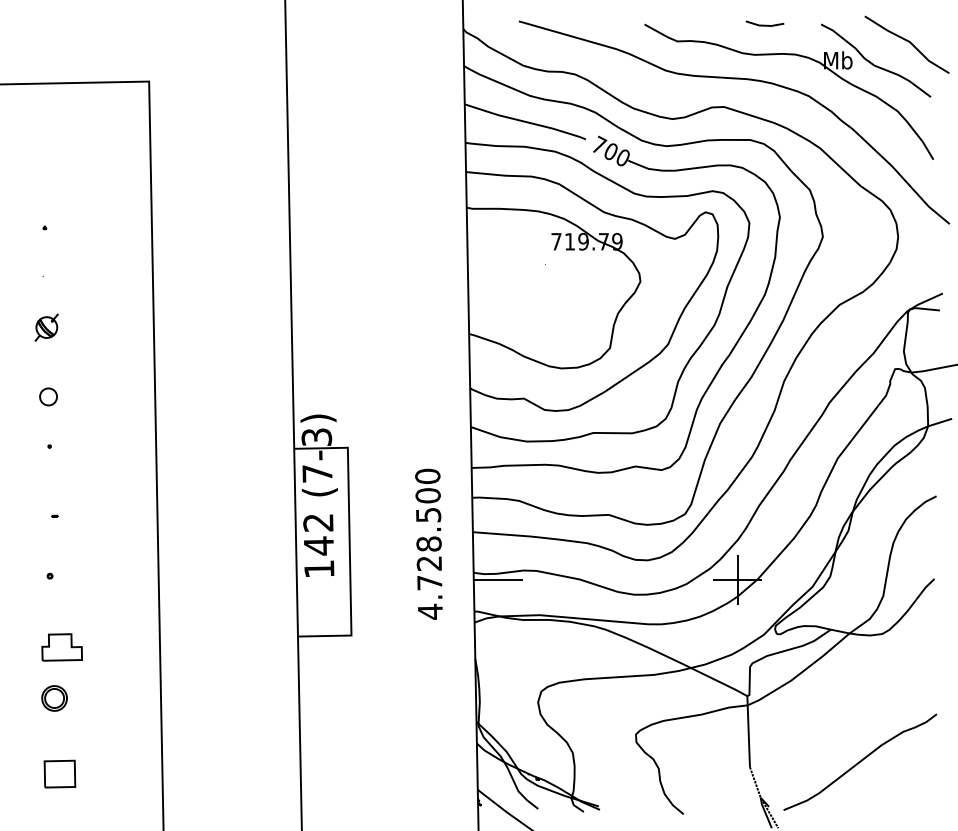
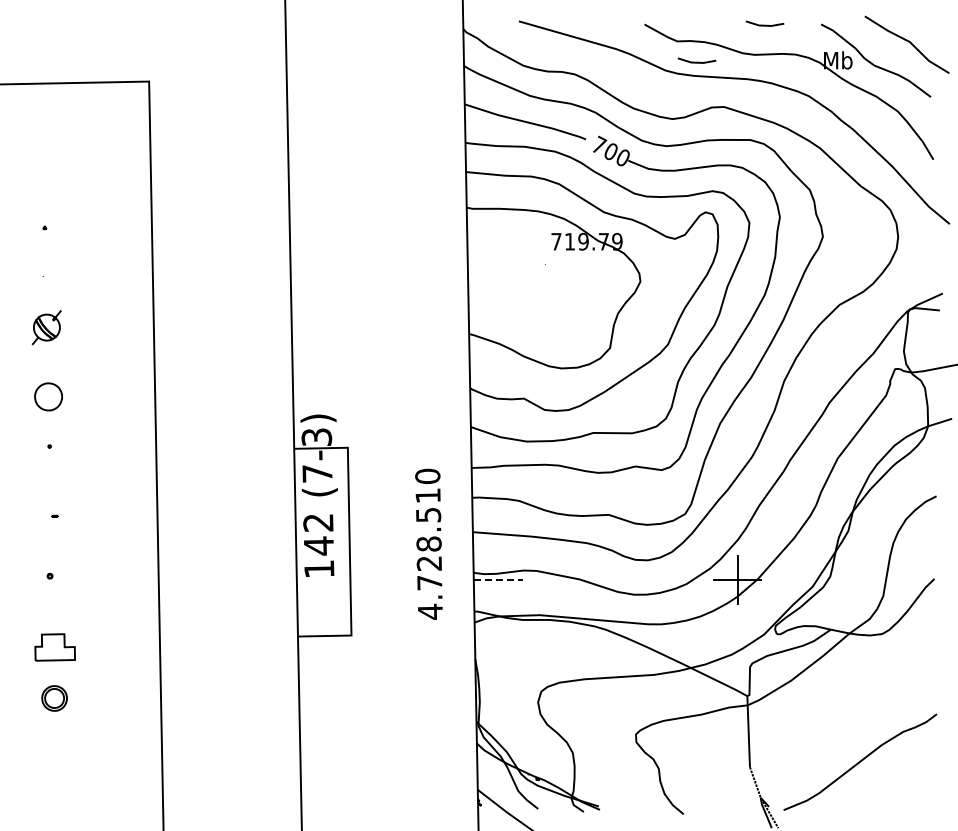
line at (696, 61): none -> present
part at (46, 327) size: 25x29 px -> 31x36 px
part at (48, 396) size: 19x20 px -> 30x30 px
text at (427, 495): 4.728.500 -> 4.728.510
line at (498, 580): solid -> dashed
part at (61, 647) position: (61, 647) -> (54, 647)
part at (59, 773): present -> none
